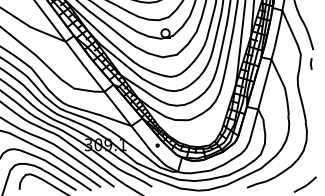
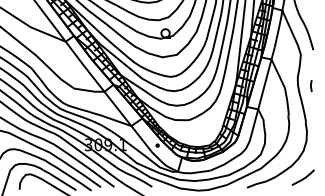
line at (311, 63) position: (311, 63) -> (311, 85)
curve at (305, 184) position: (305, 184) -> (303, 177)
